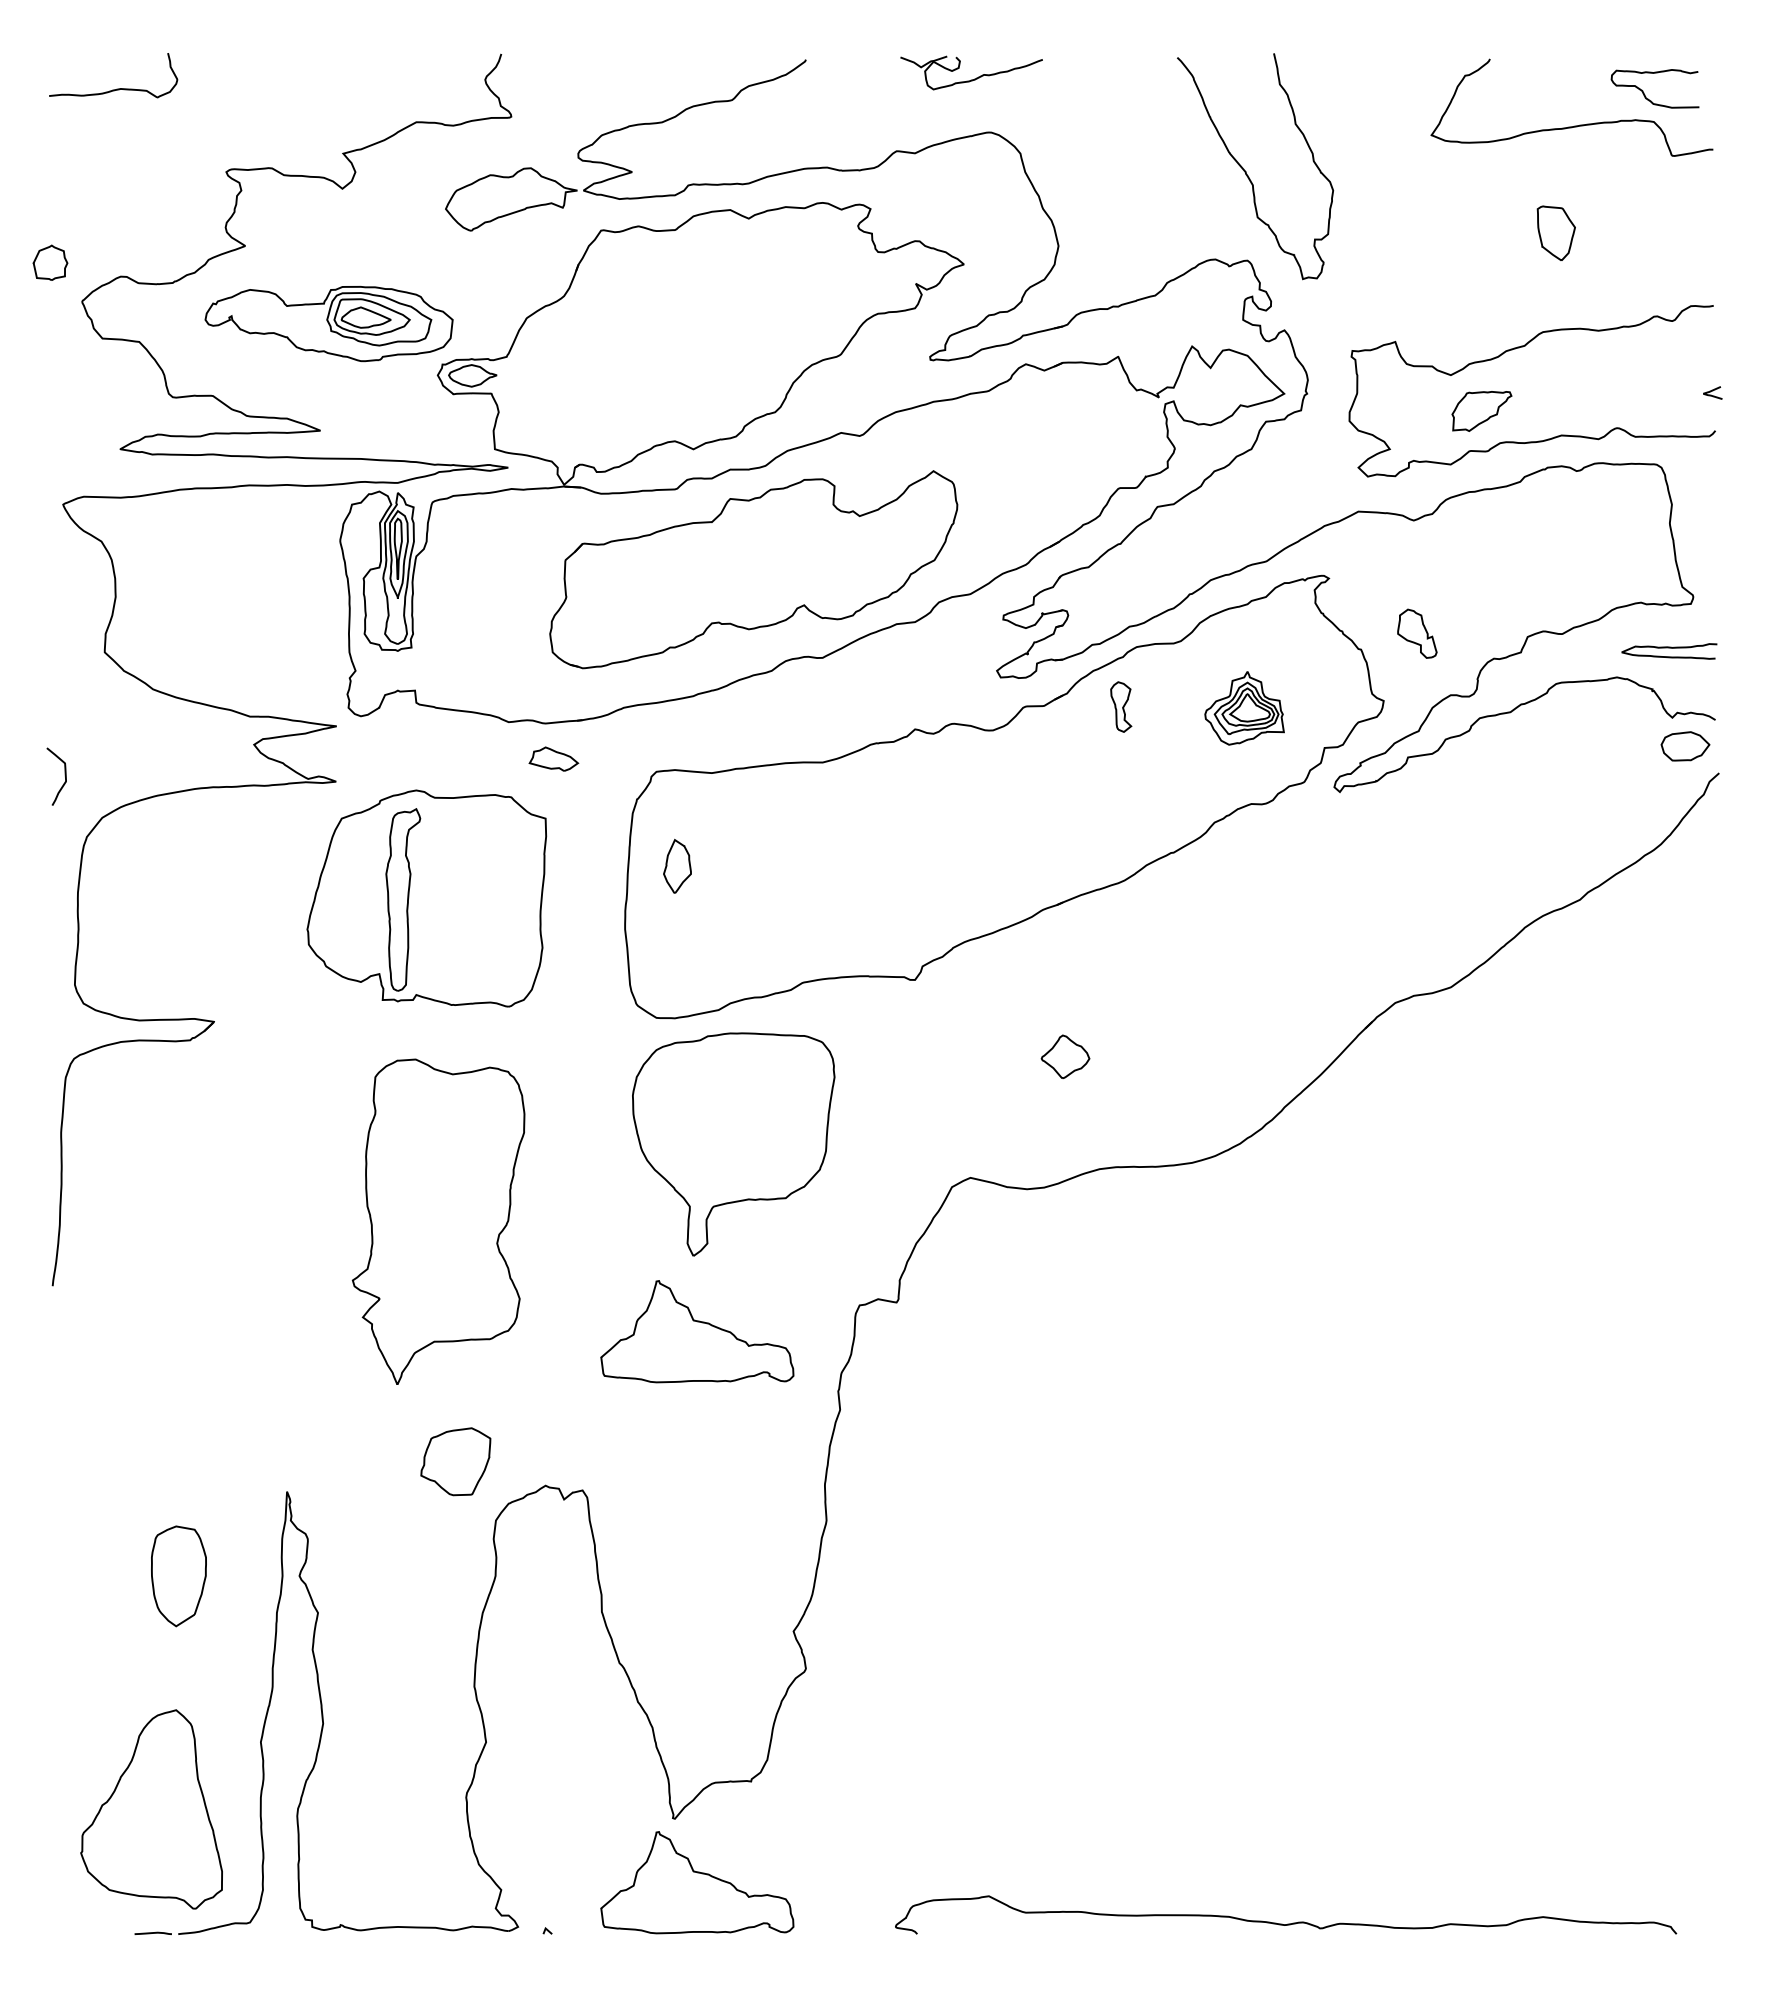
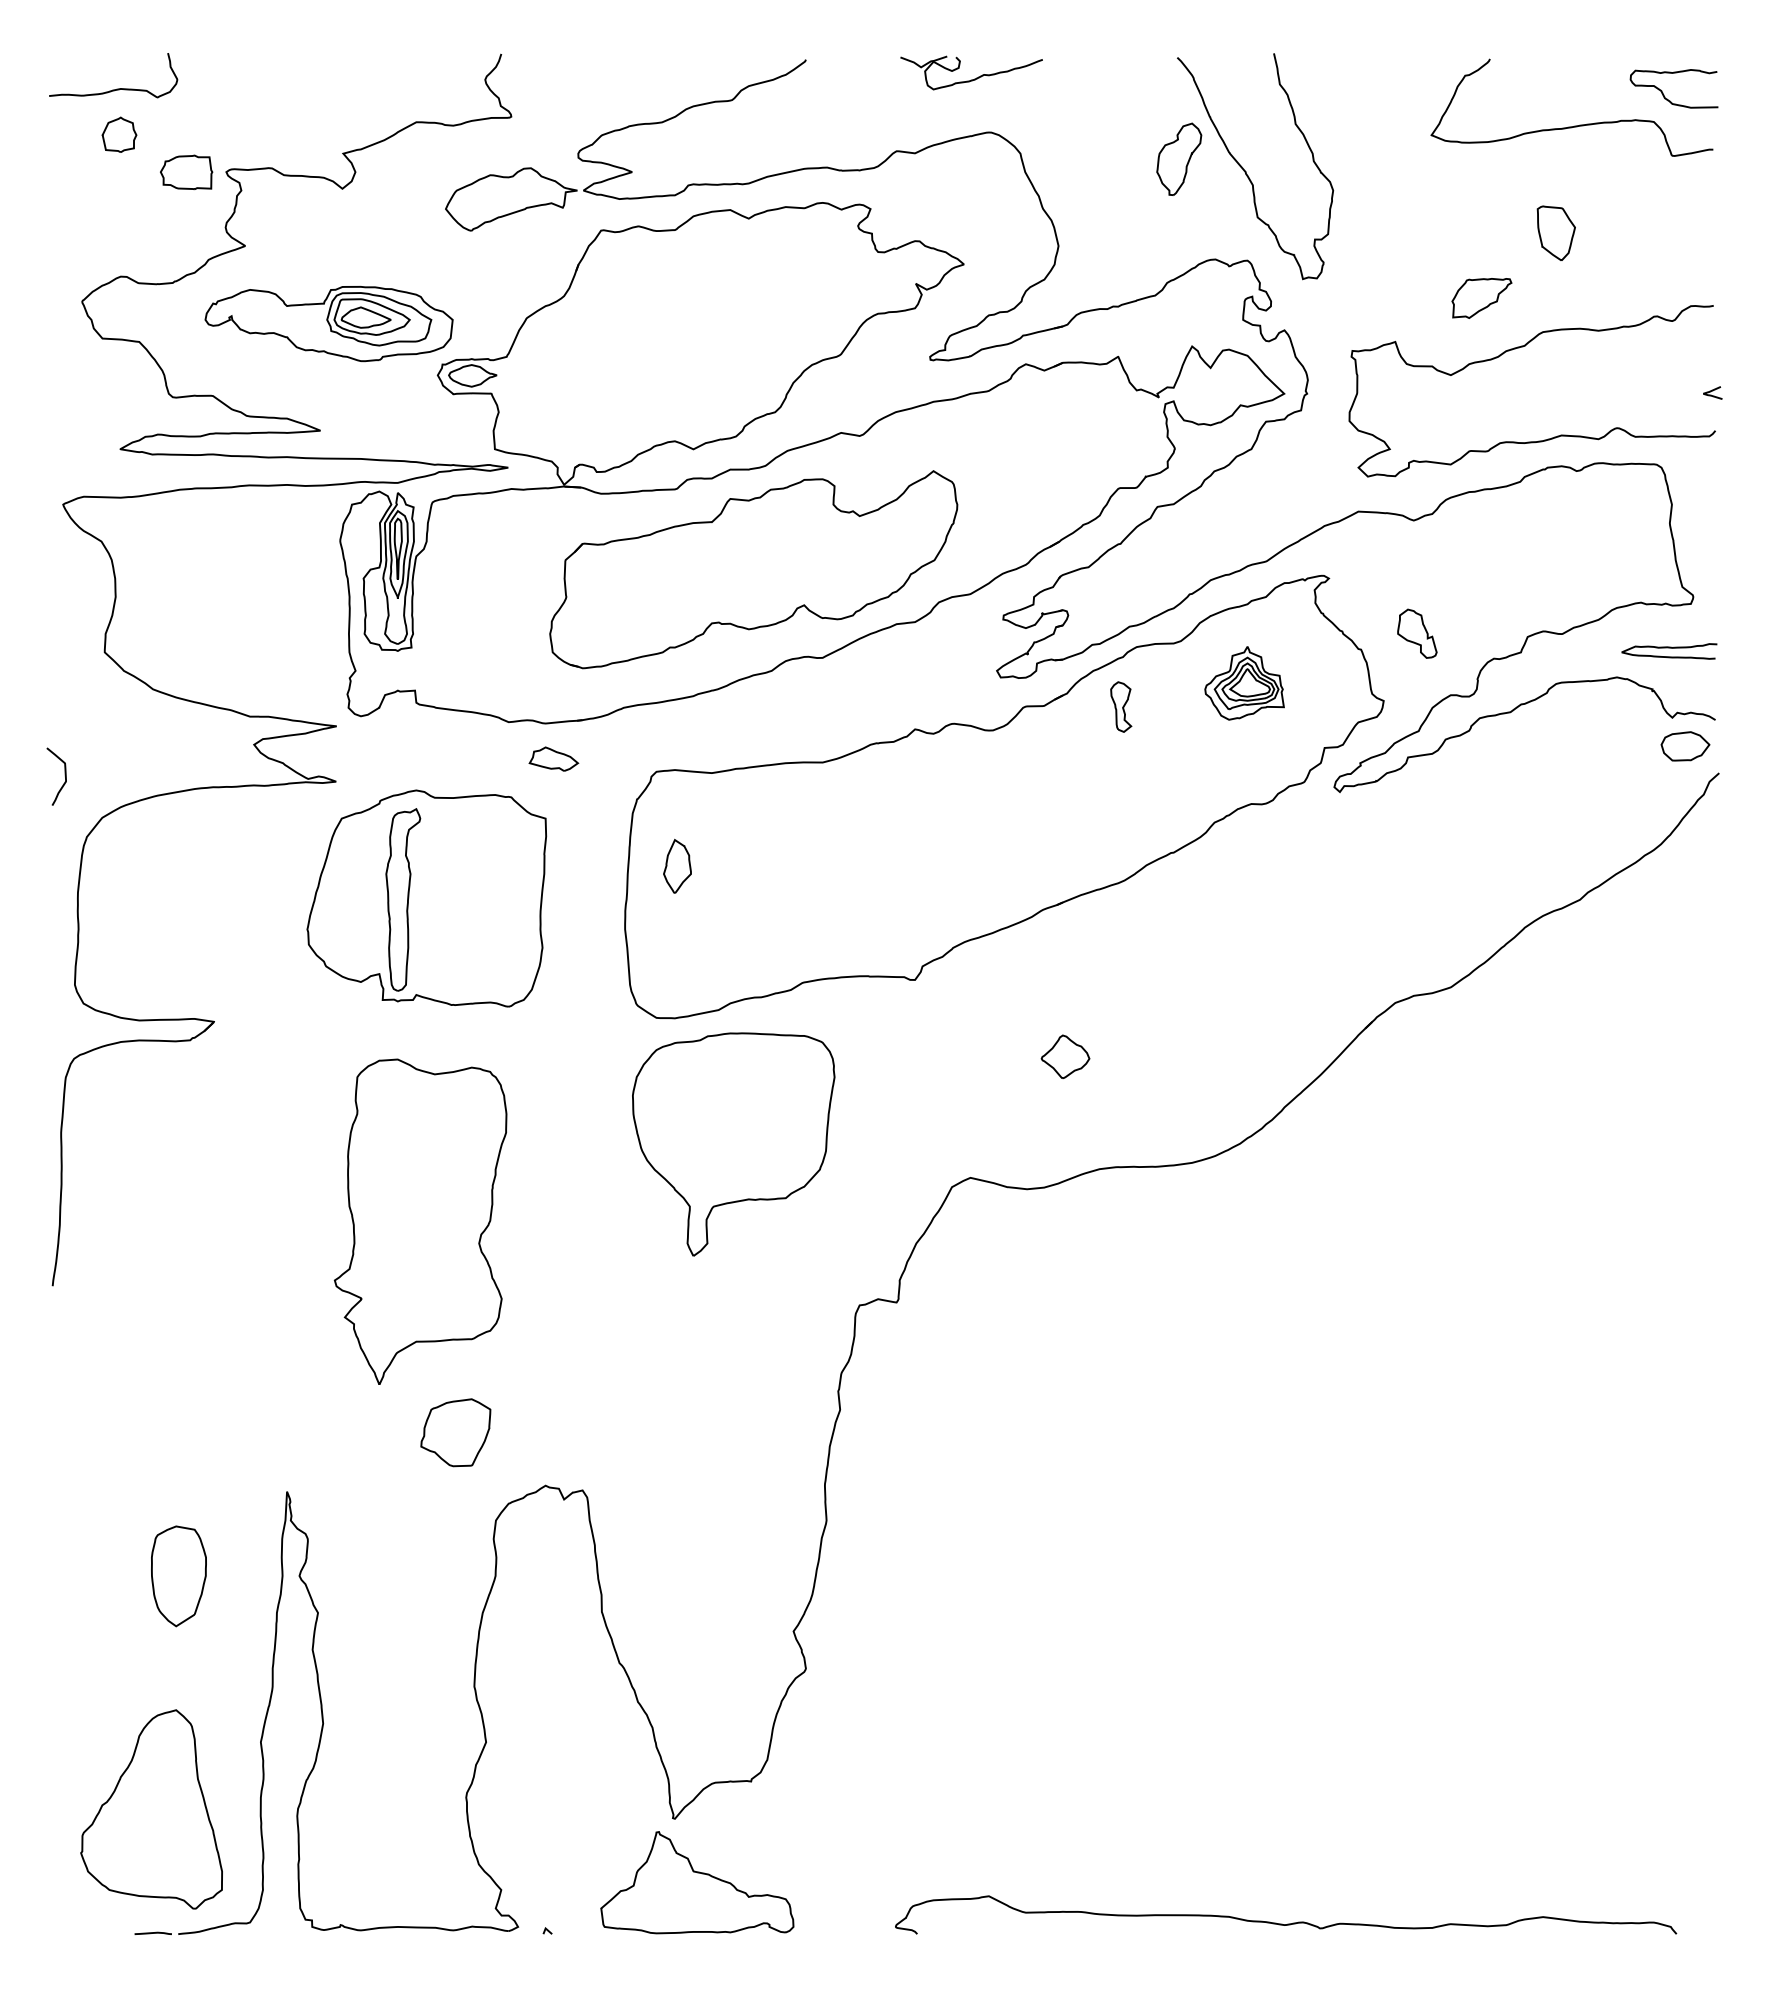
curve at (1644, 92) position: (1644, 92) -> (1663, 92)
part at (1179, 158): none -> present
part at (186, 171): none -> present
part at (50, 262) position: (50, 262) -> (119, 134)
part at (1481, 411) position: (1481, 411) -> (1481, 298)
part at (1244, 708) position: (1244, 708) -> (1244, 683)
part at (438, 1221) position: (438, 1221) -> (420, 1221)
part at (697, 1331): present -> none
part at (455, 1461) position: (455, 1461) -> (455, 1432)
